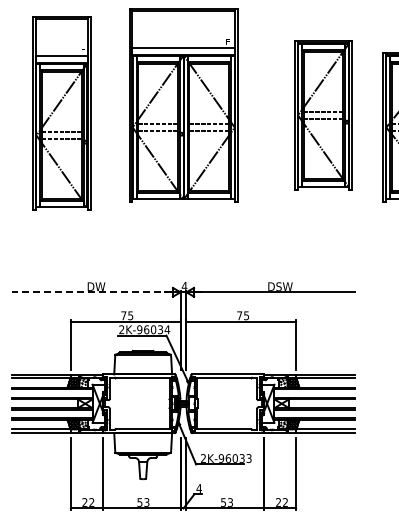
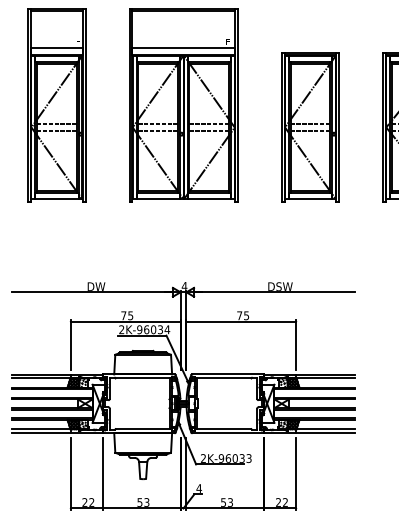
part at (61, 113) position: (61, 113) -> (56, 105)
part at (323, 115) position: (323, 115) -> (310, 127)
line at (91, 292): dashed -> solid
